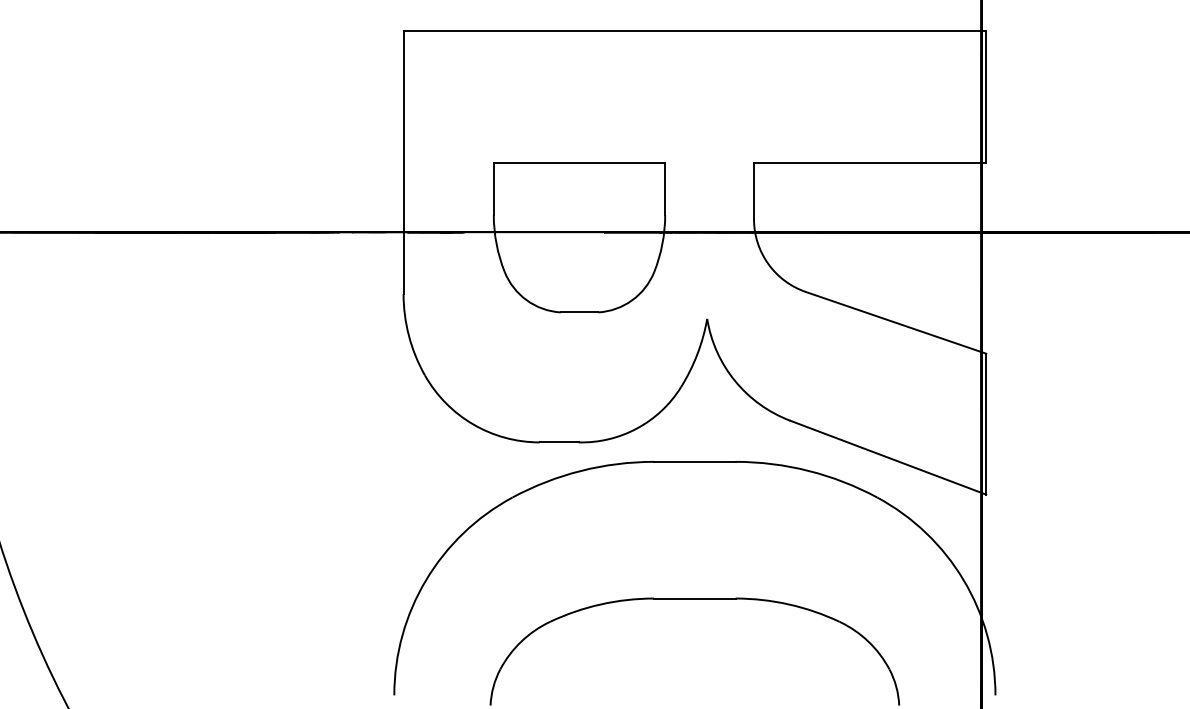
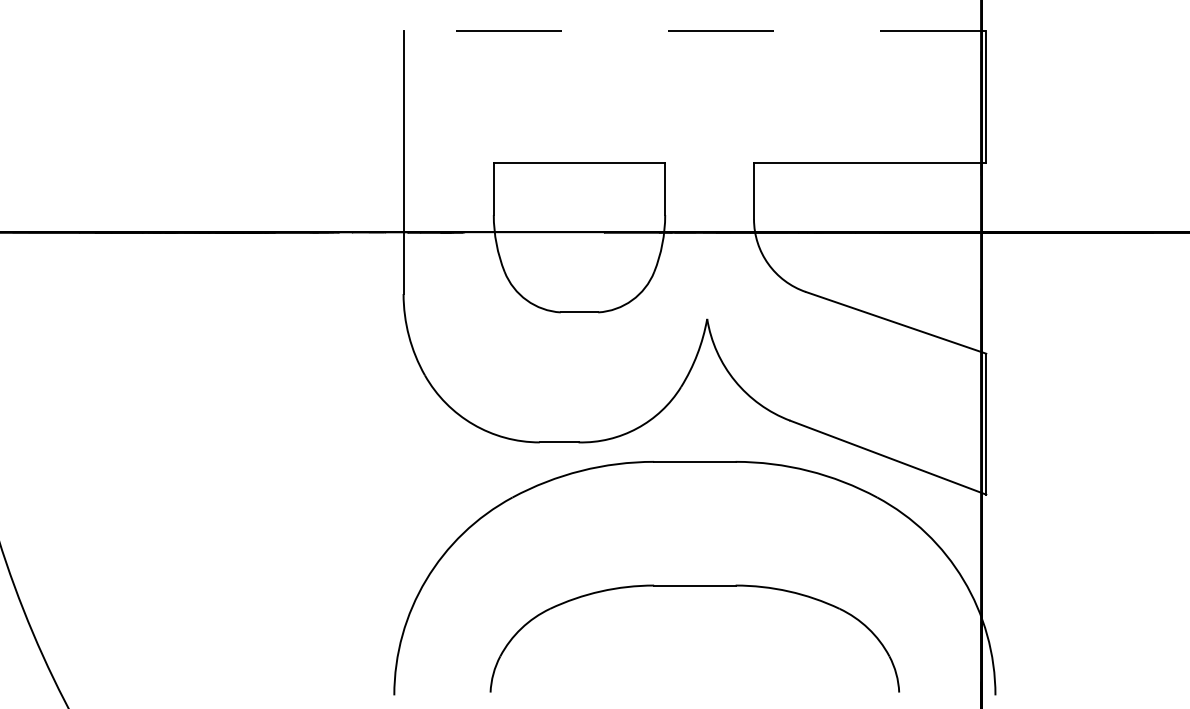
line at (694, 30): solid -> dashed
part at (694, 599) position: (694, 599) -> (694, 586)
